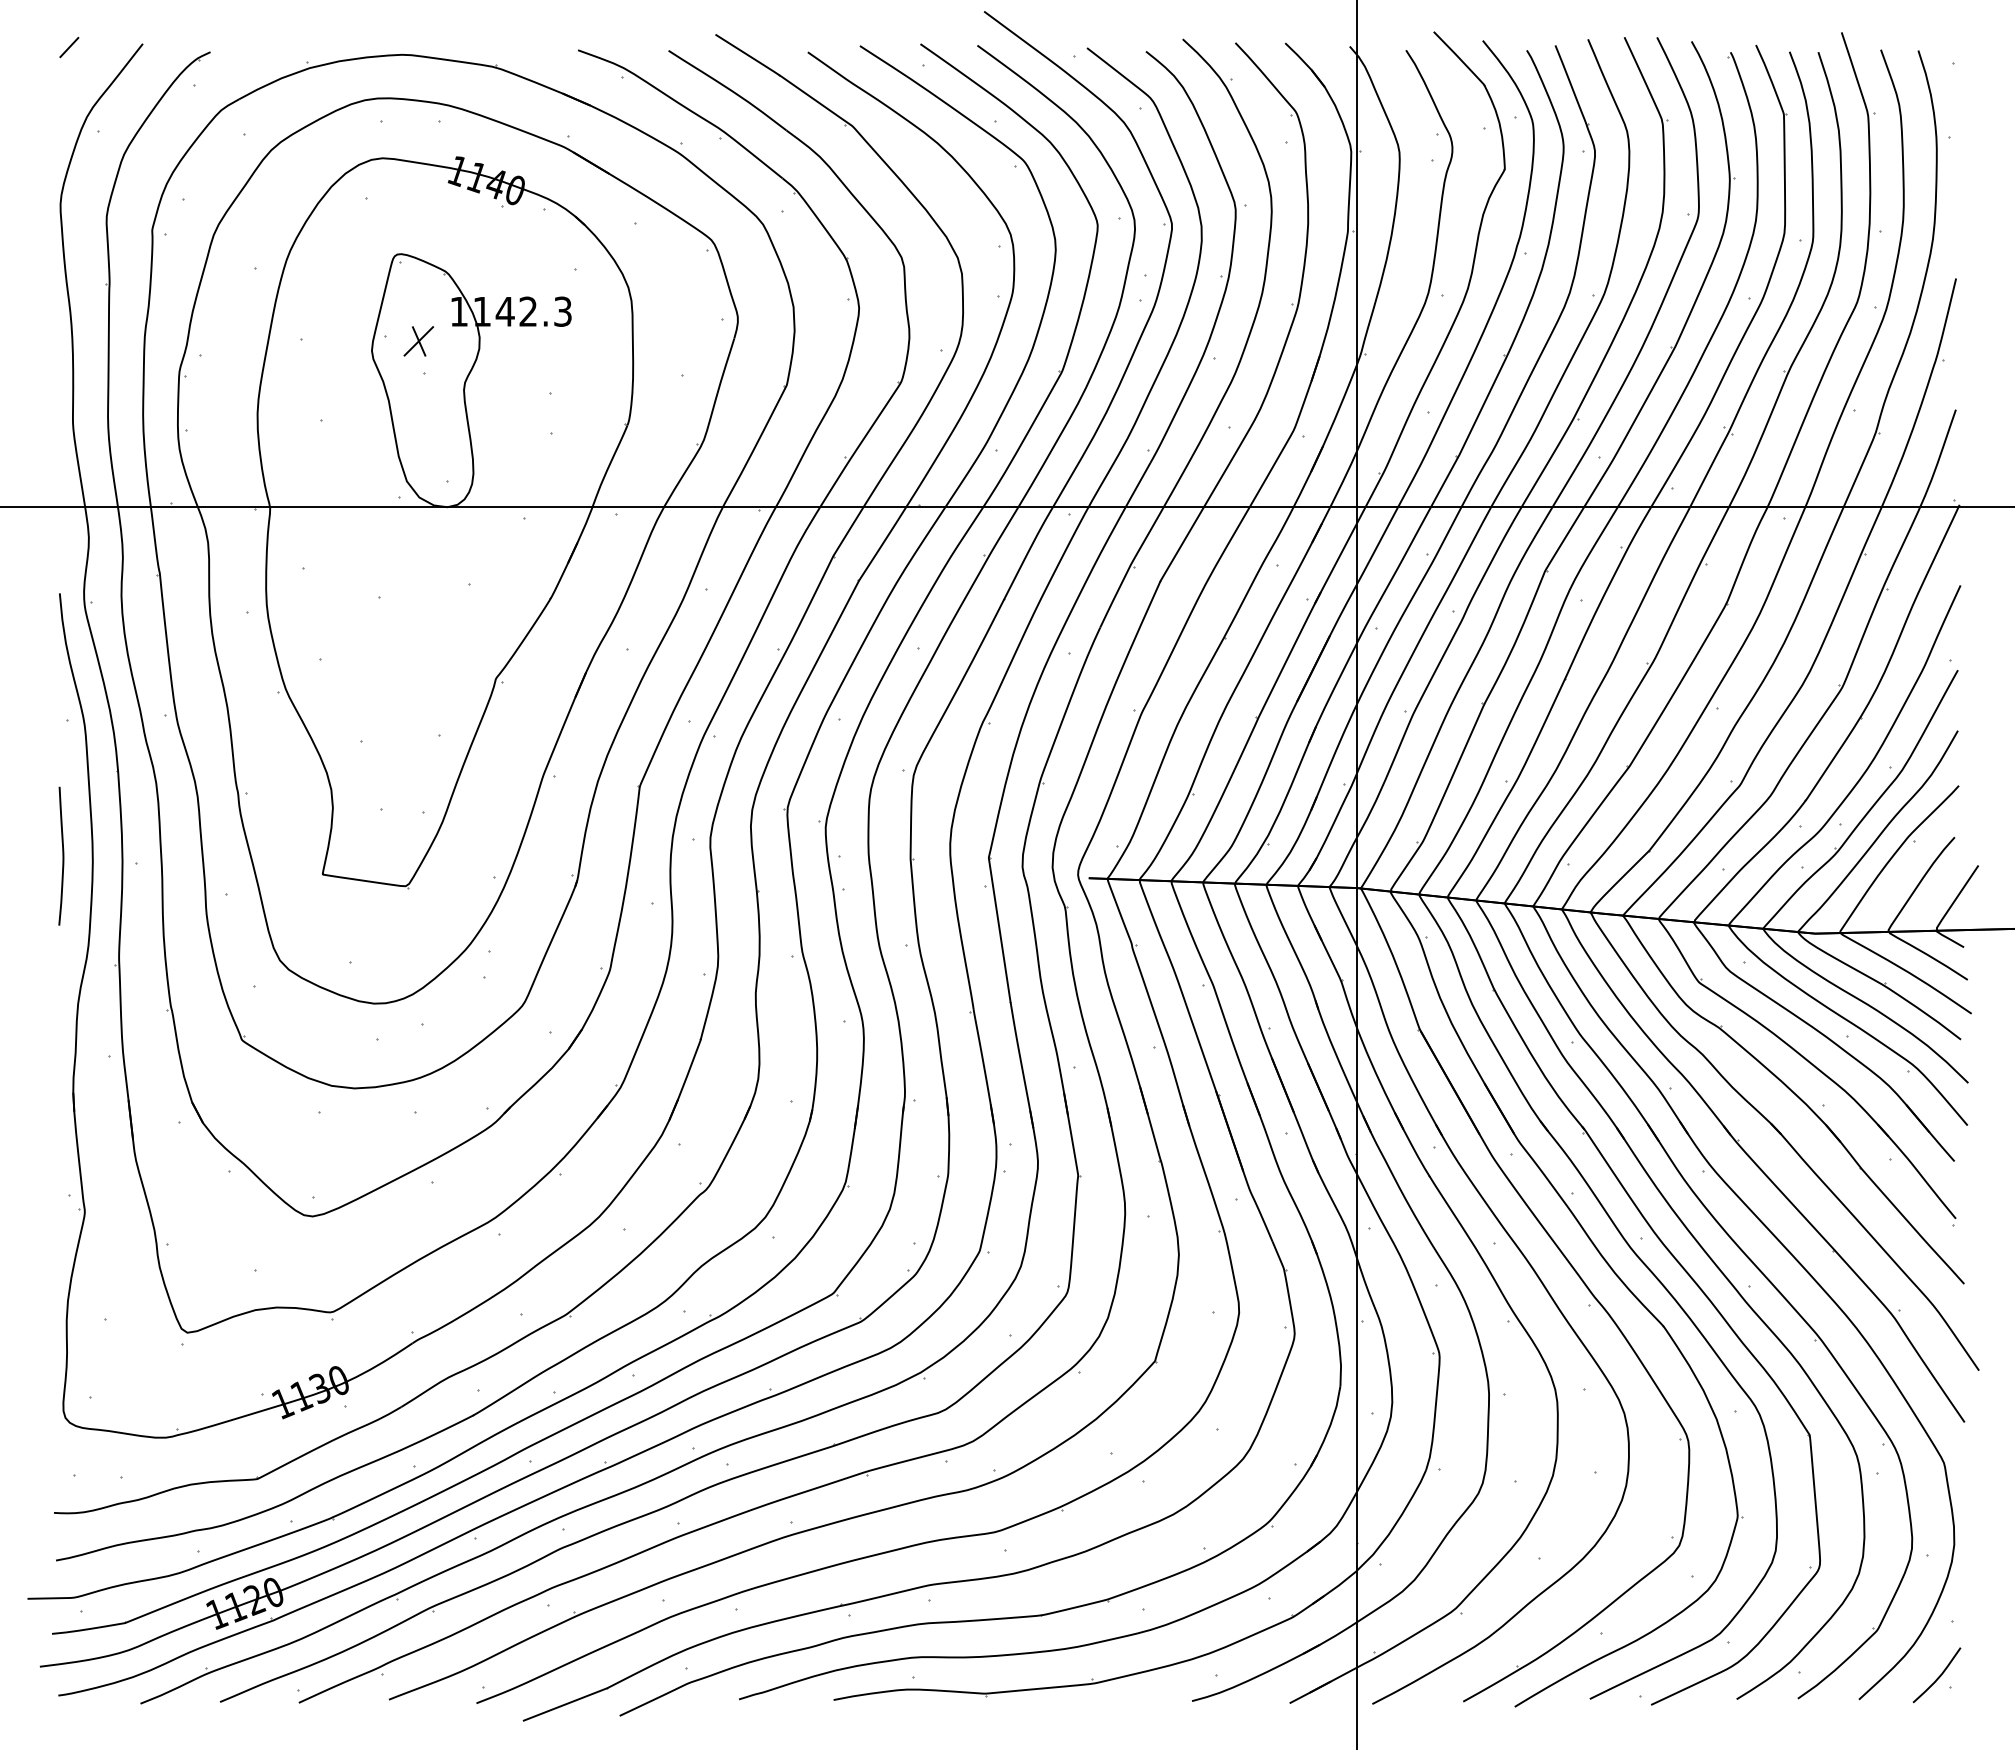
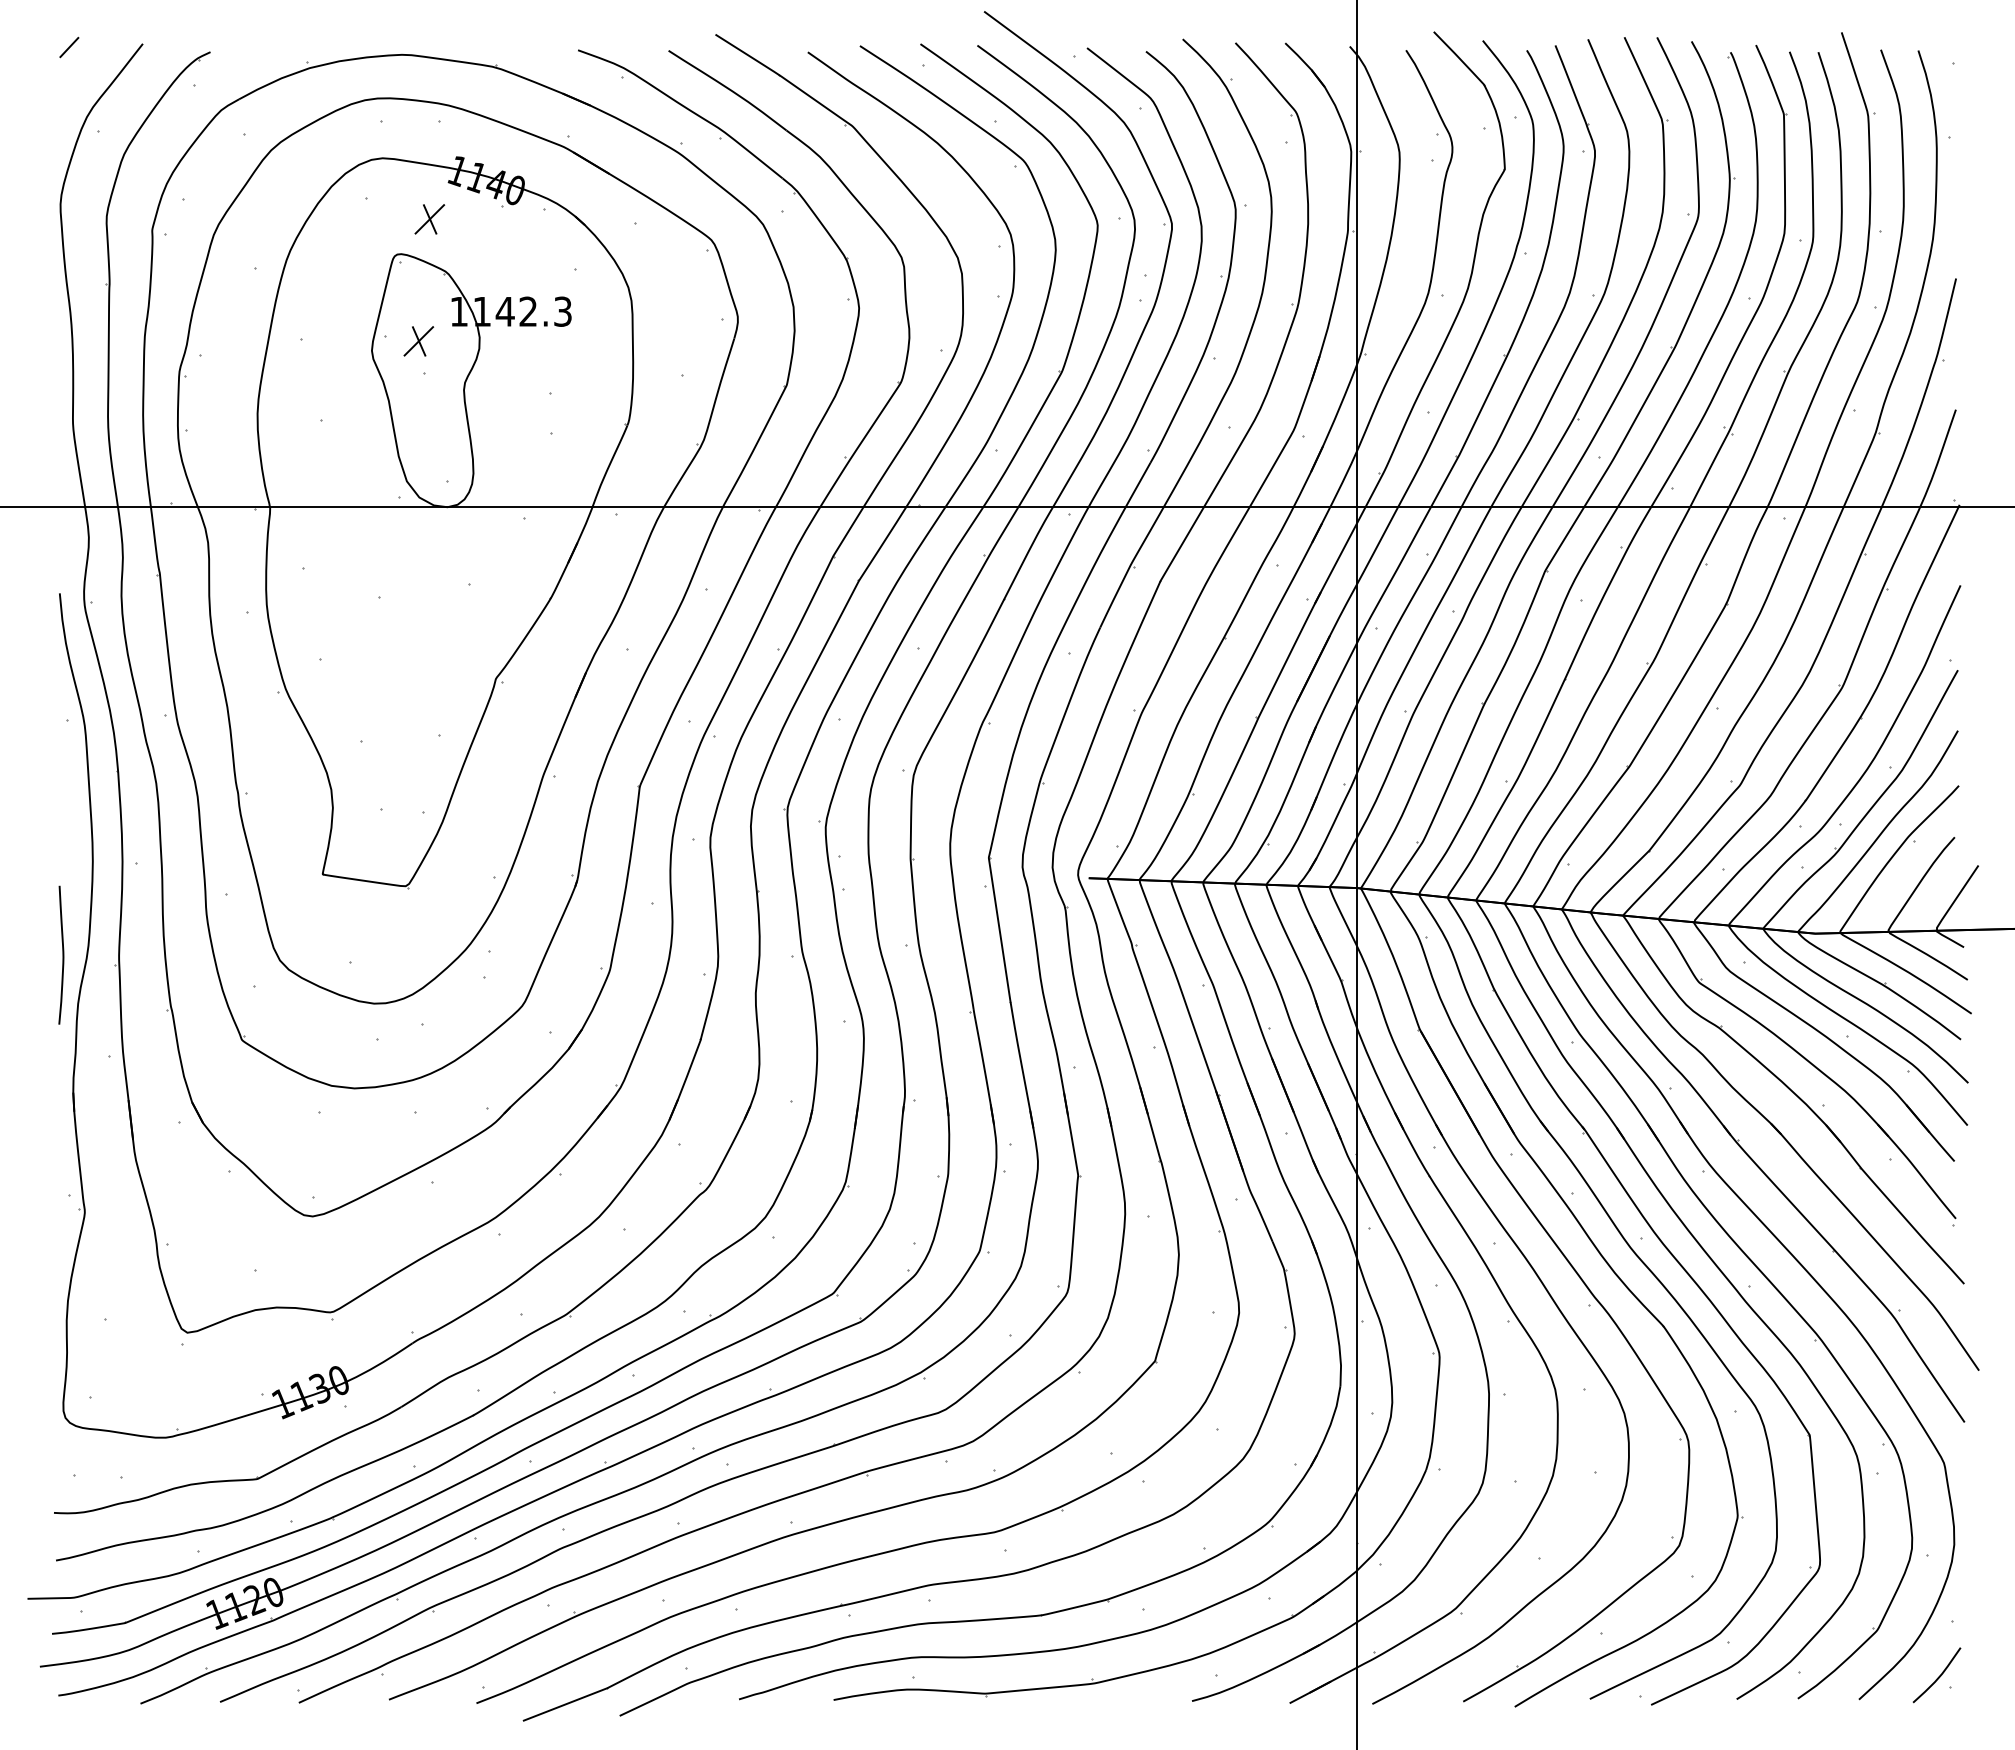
part at (429, 219): none -> present
curve at (62, 855) position: (62, 855) -> (62, 954)
